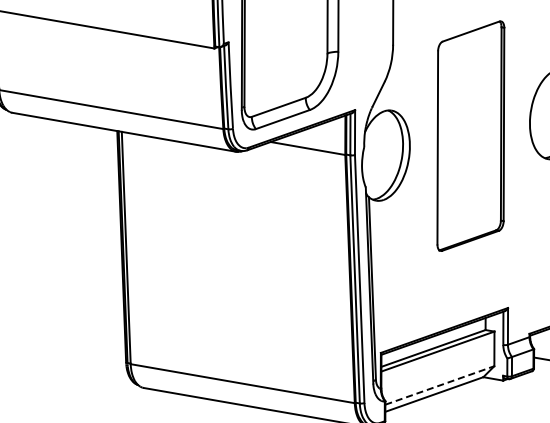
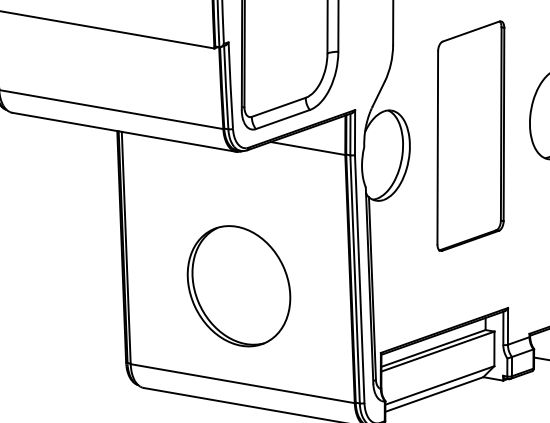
part at (238, 286): none -> present
line at (439, 385): dashed -> solid
